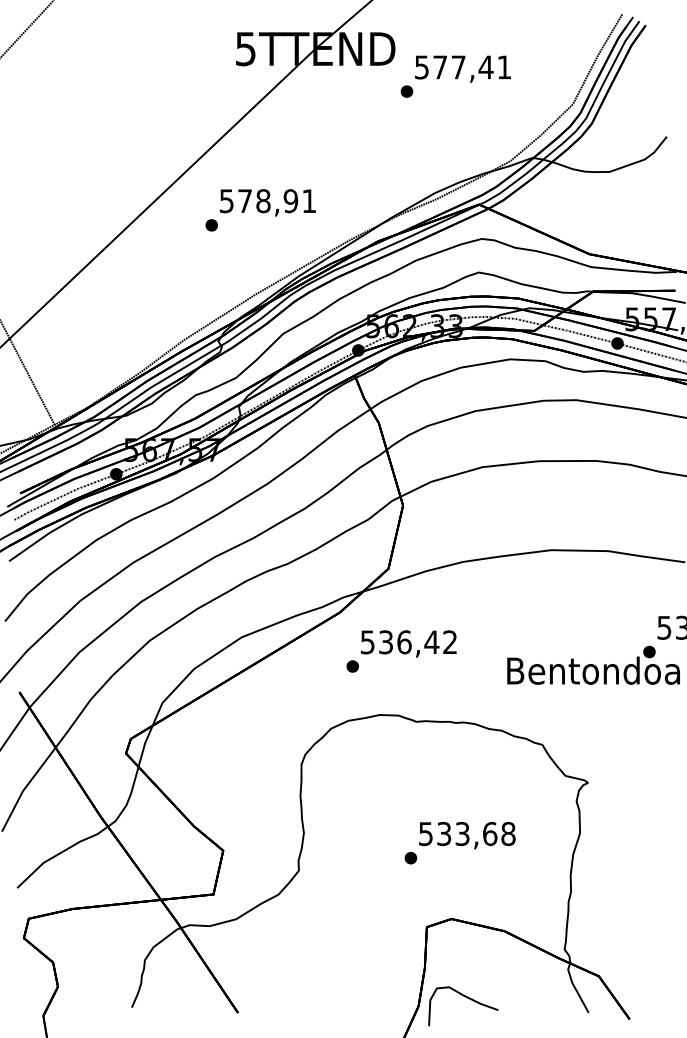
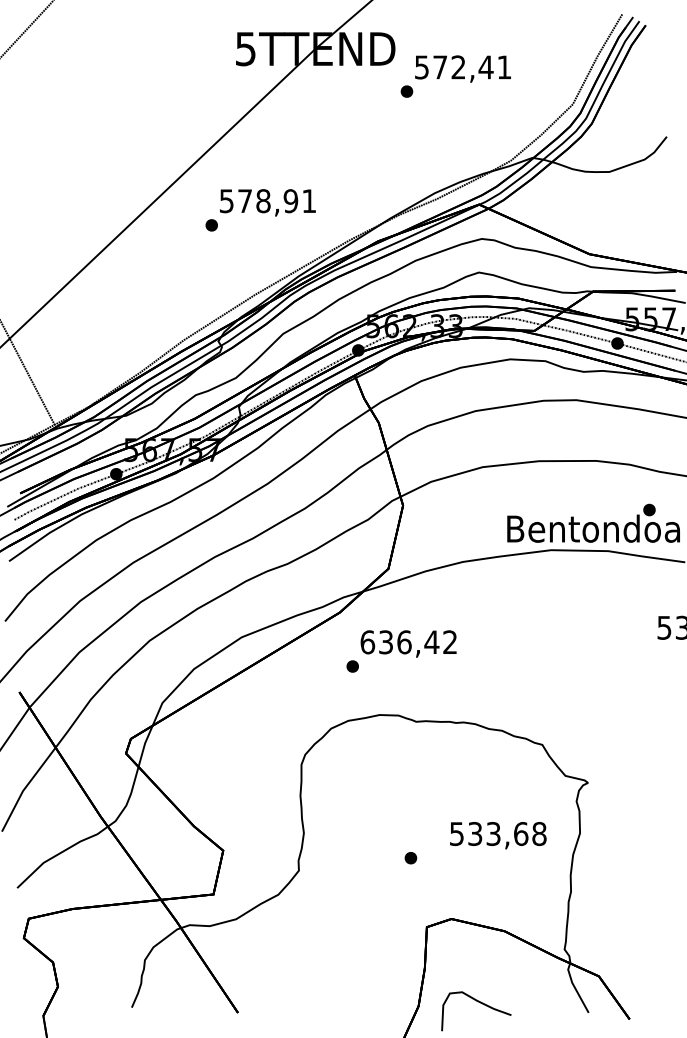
text at (458, 67): 577,41 -> 572,41
text at (367, 642): 536,42 -> 636,42
text at (593, 664) position: (593, 664) -> (593, 522)
text at (467, 835) position: (467, 835) -> (498, 835)
part at (467, 998) position: (467, 998) -> (480, 1003)
